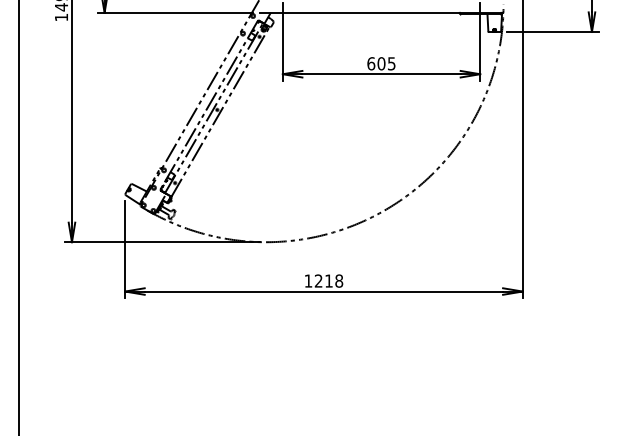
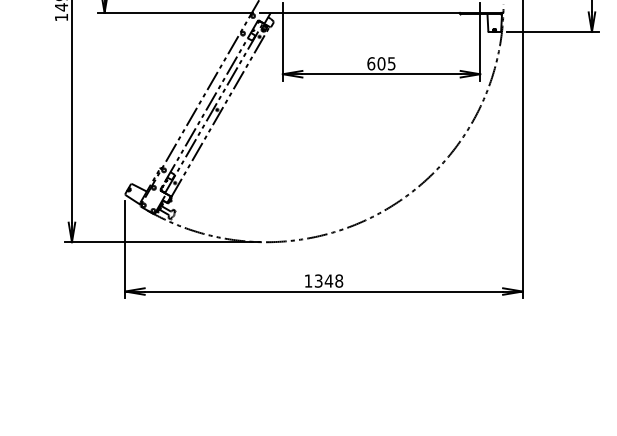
line at (18, 217): present -> none
text at (324, 280): 1218 -> 1348
